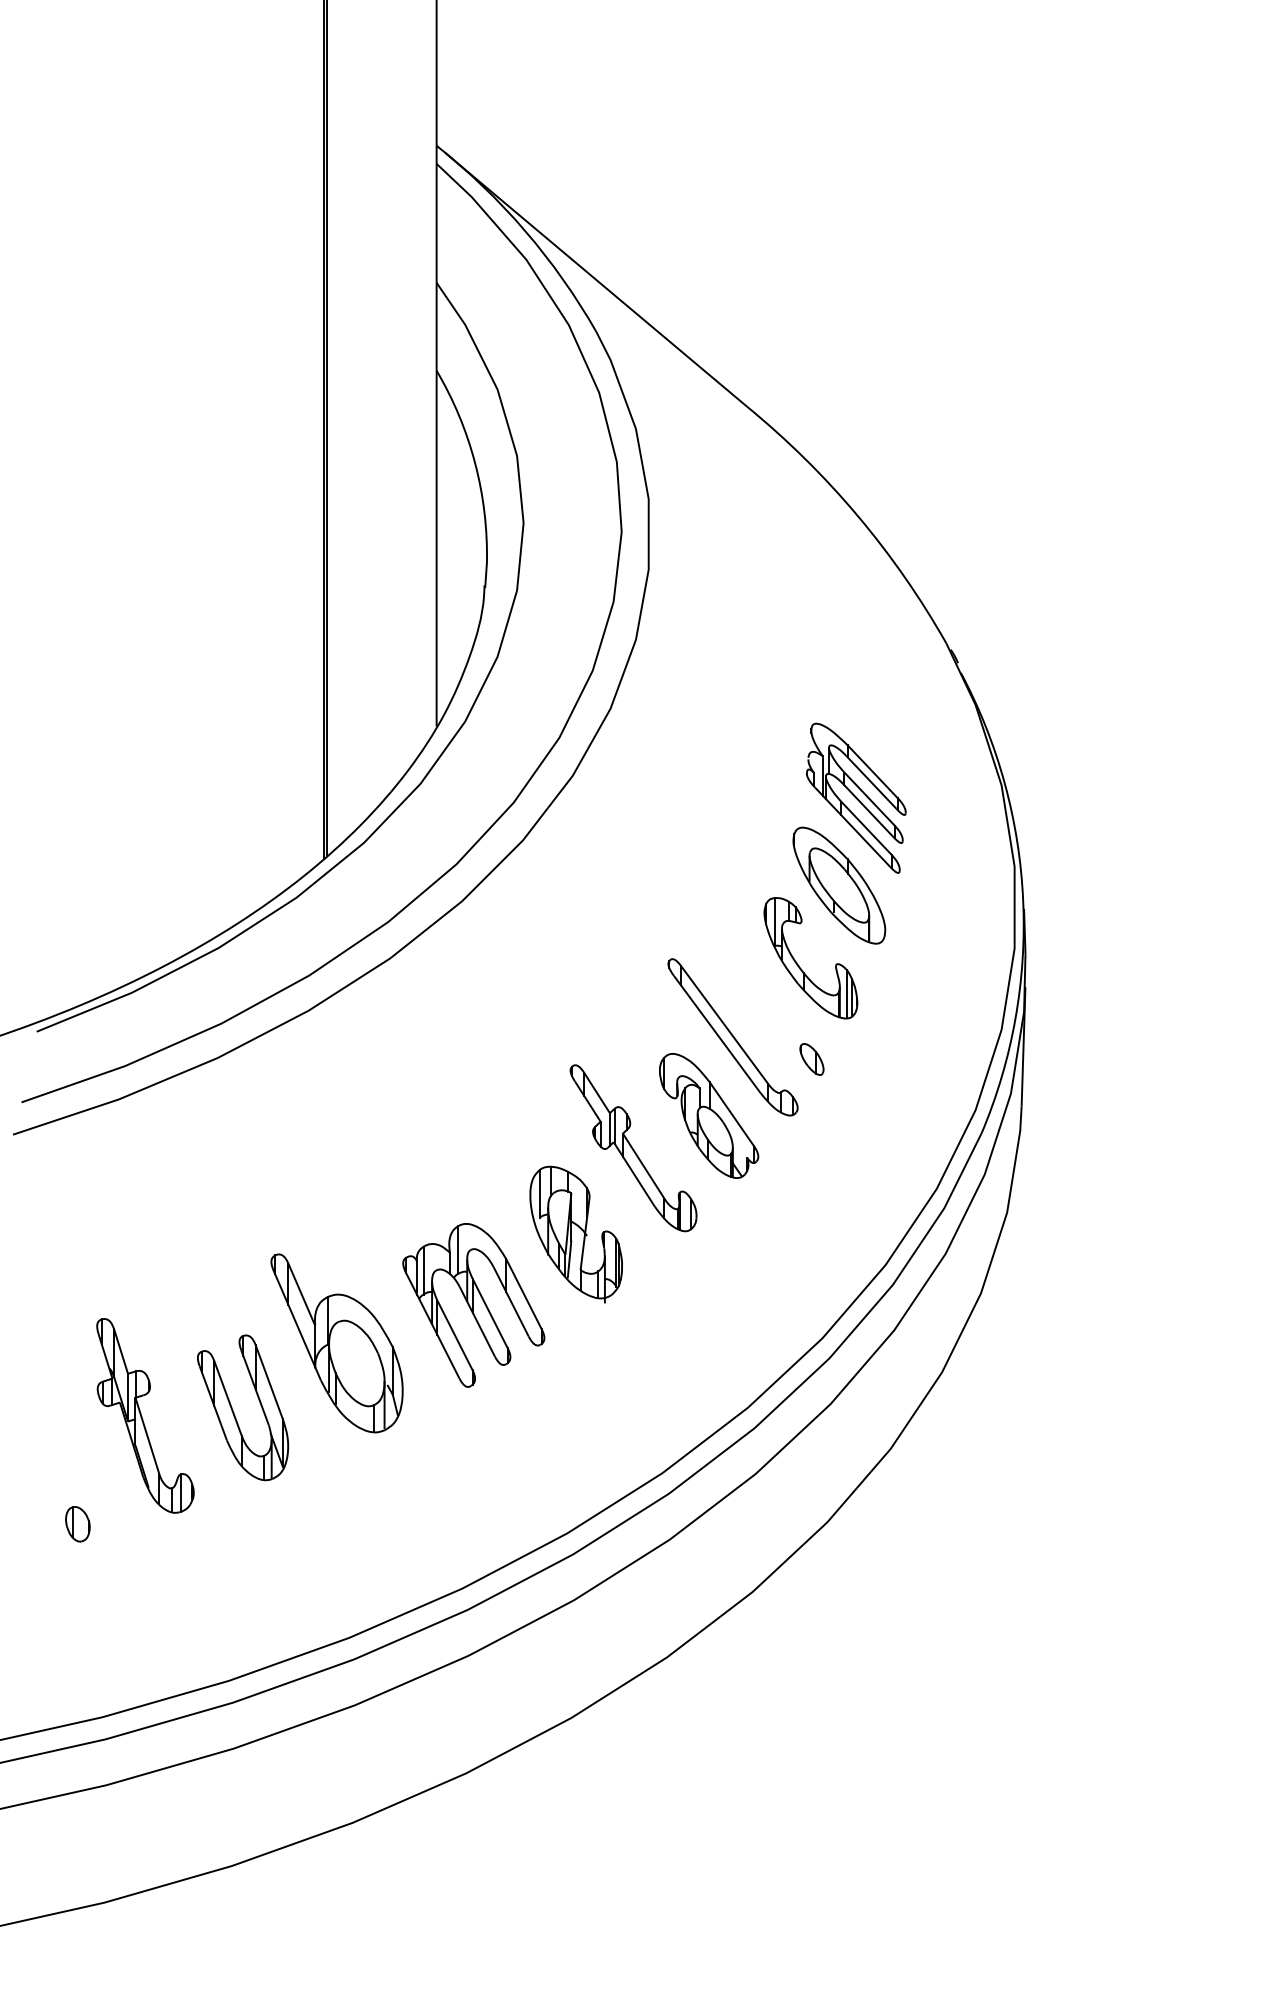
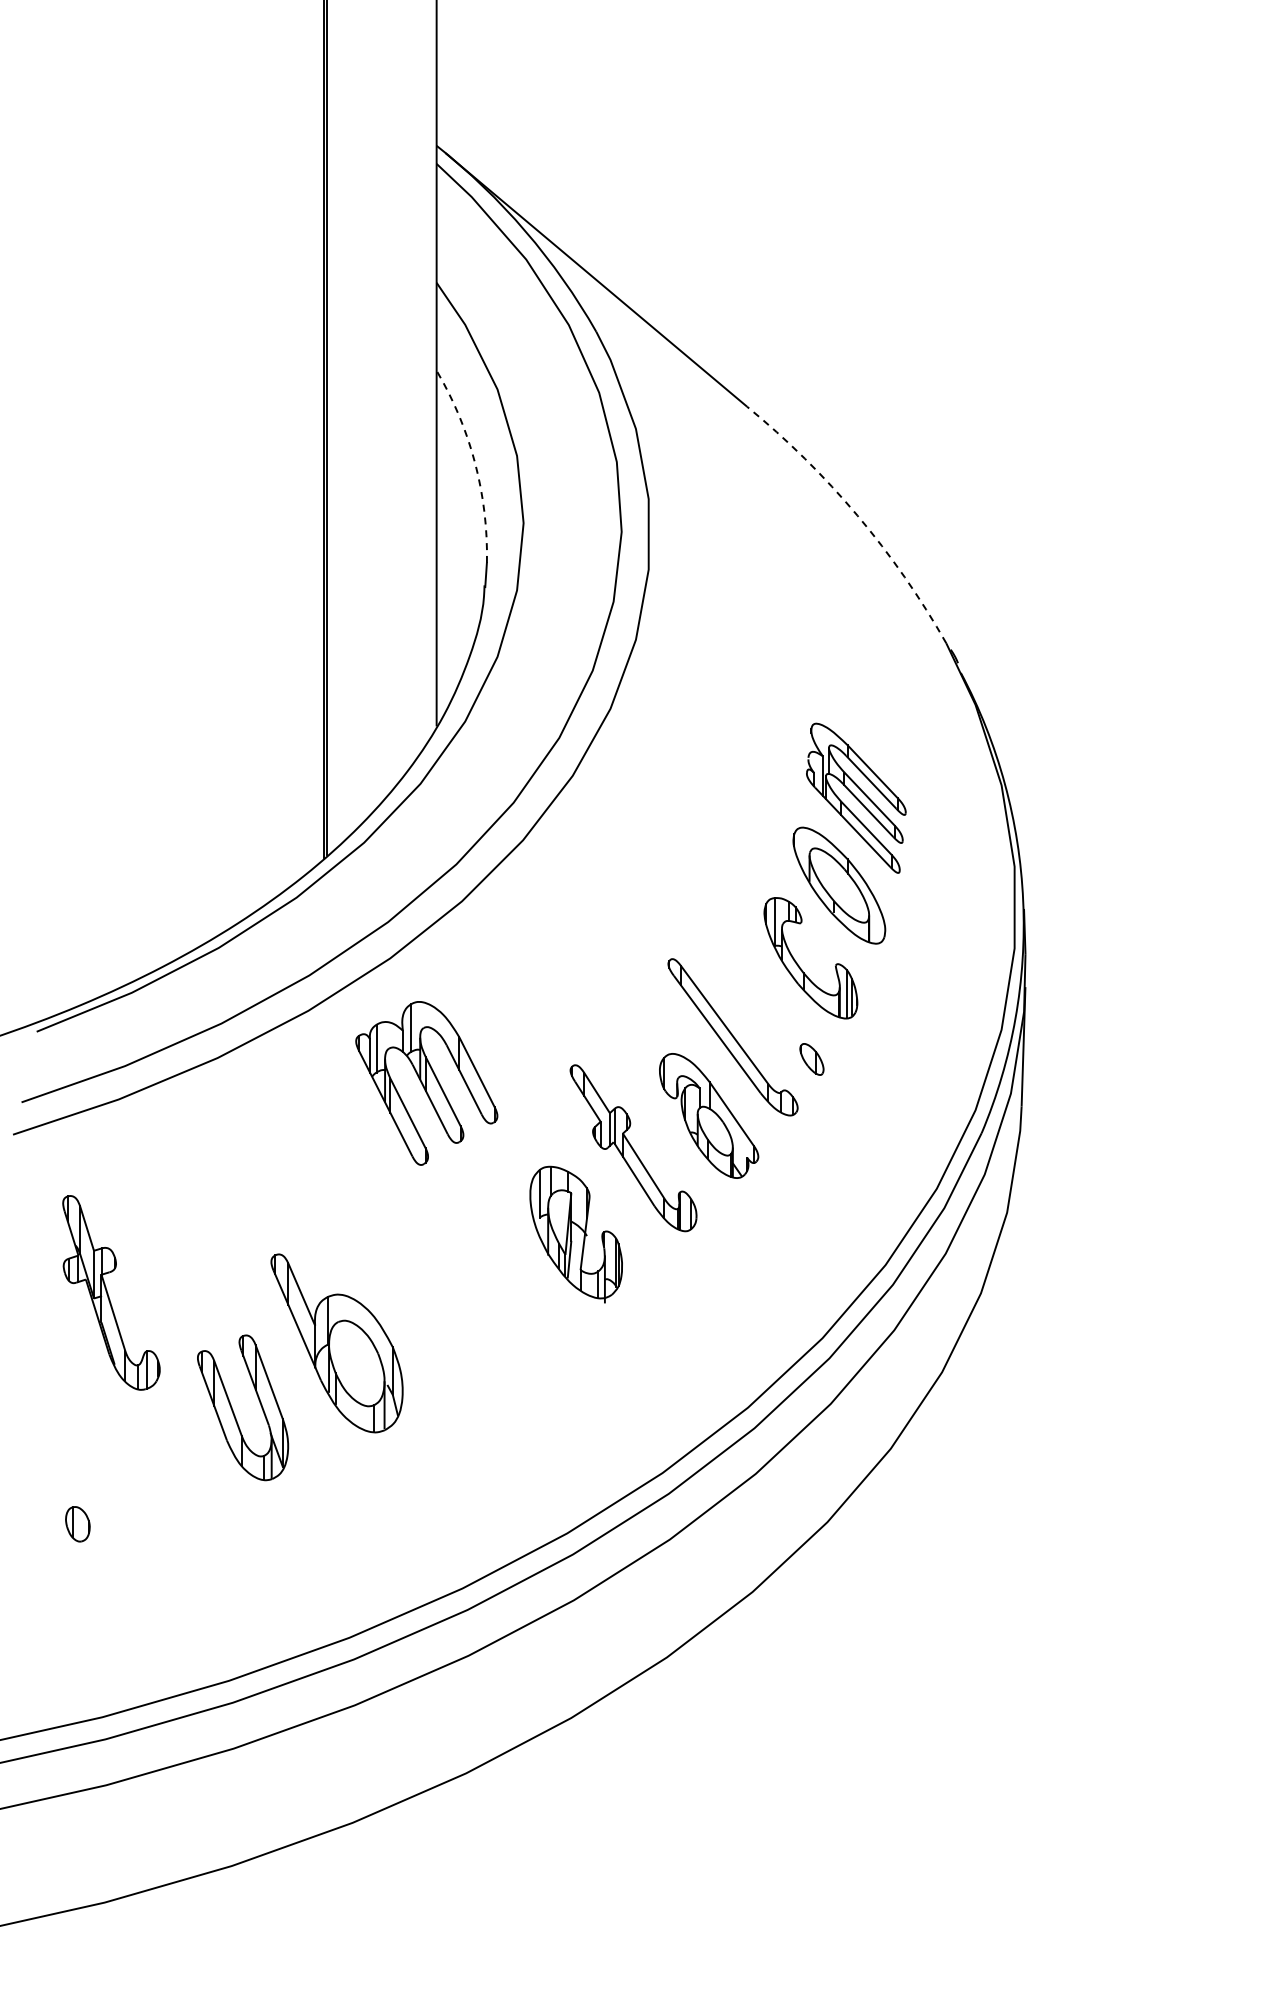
arc at (475, 463): solid -> dashed
arc at (857, 515): solid -> dashed
part at (473, 1305) position: (473, 1305) -> (426, 1083)
part at (145, 1415) position: (145, 1415) -> (111, 1292)
